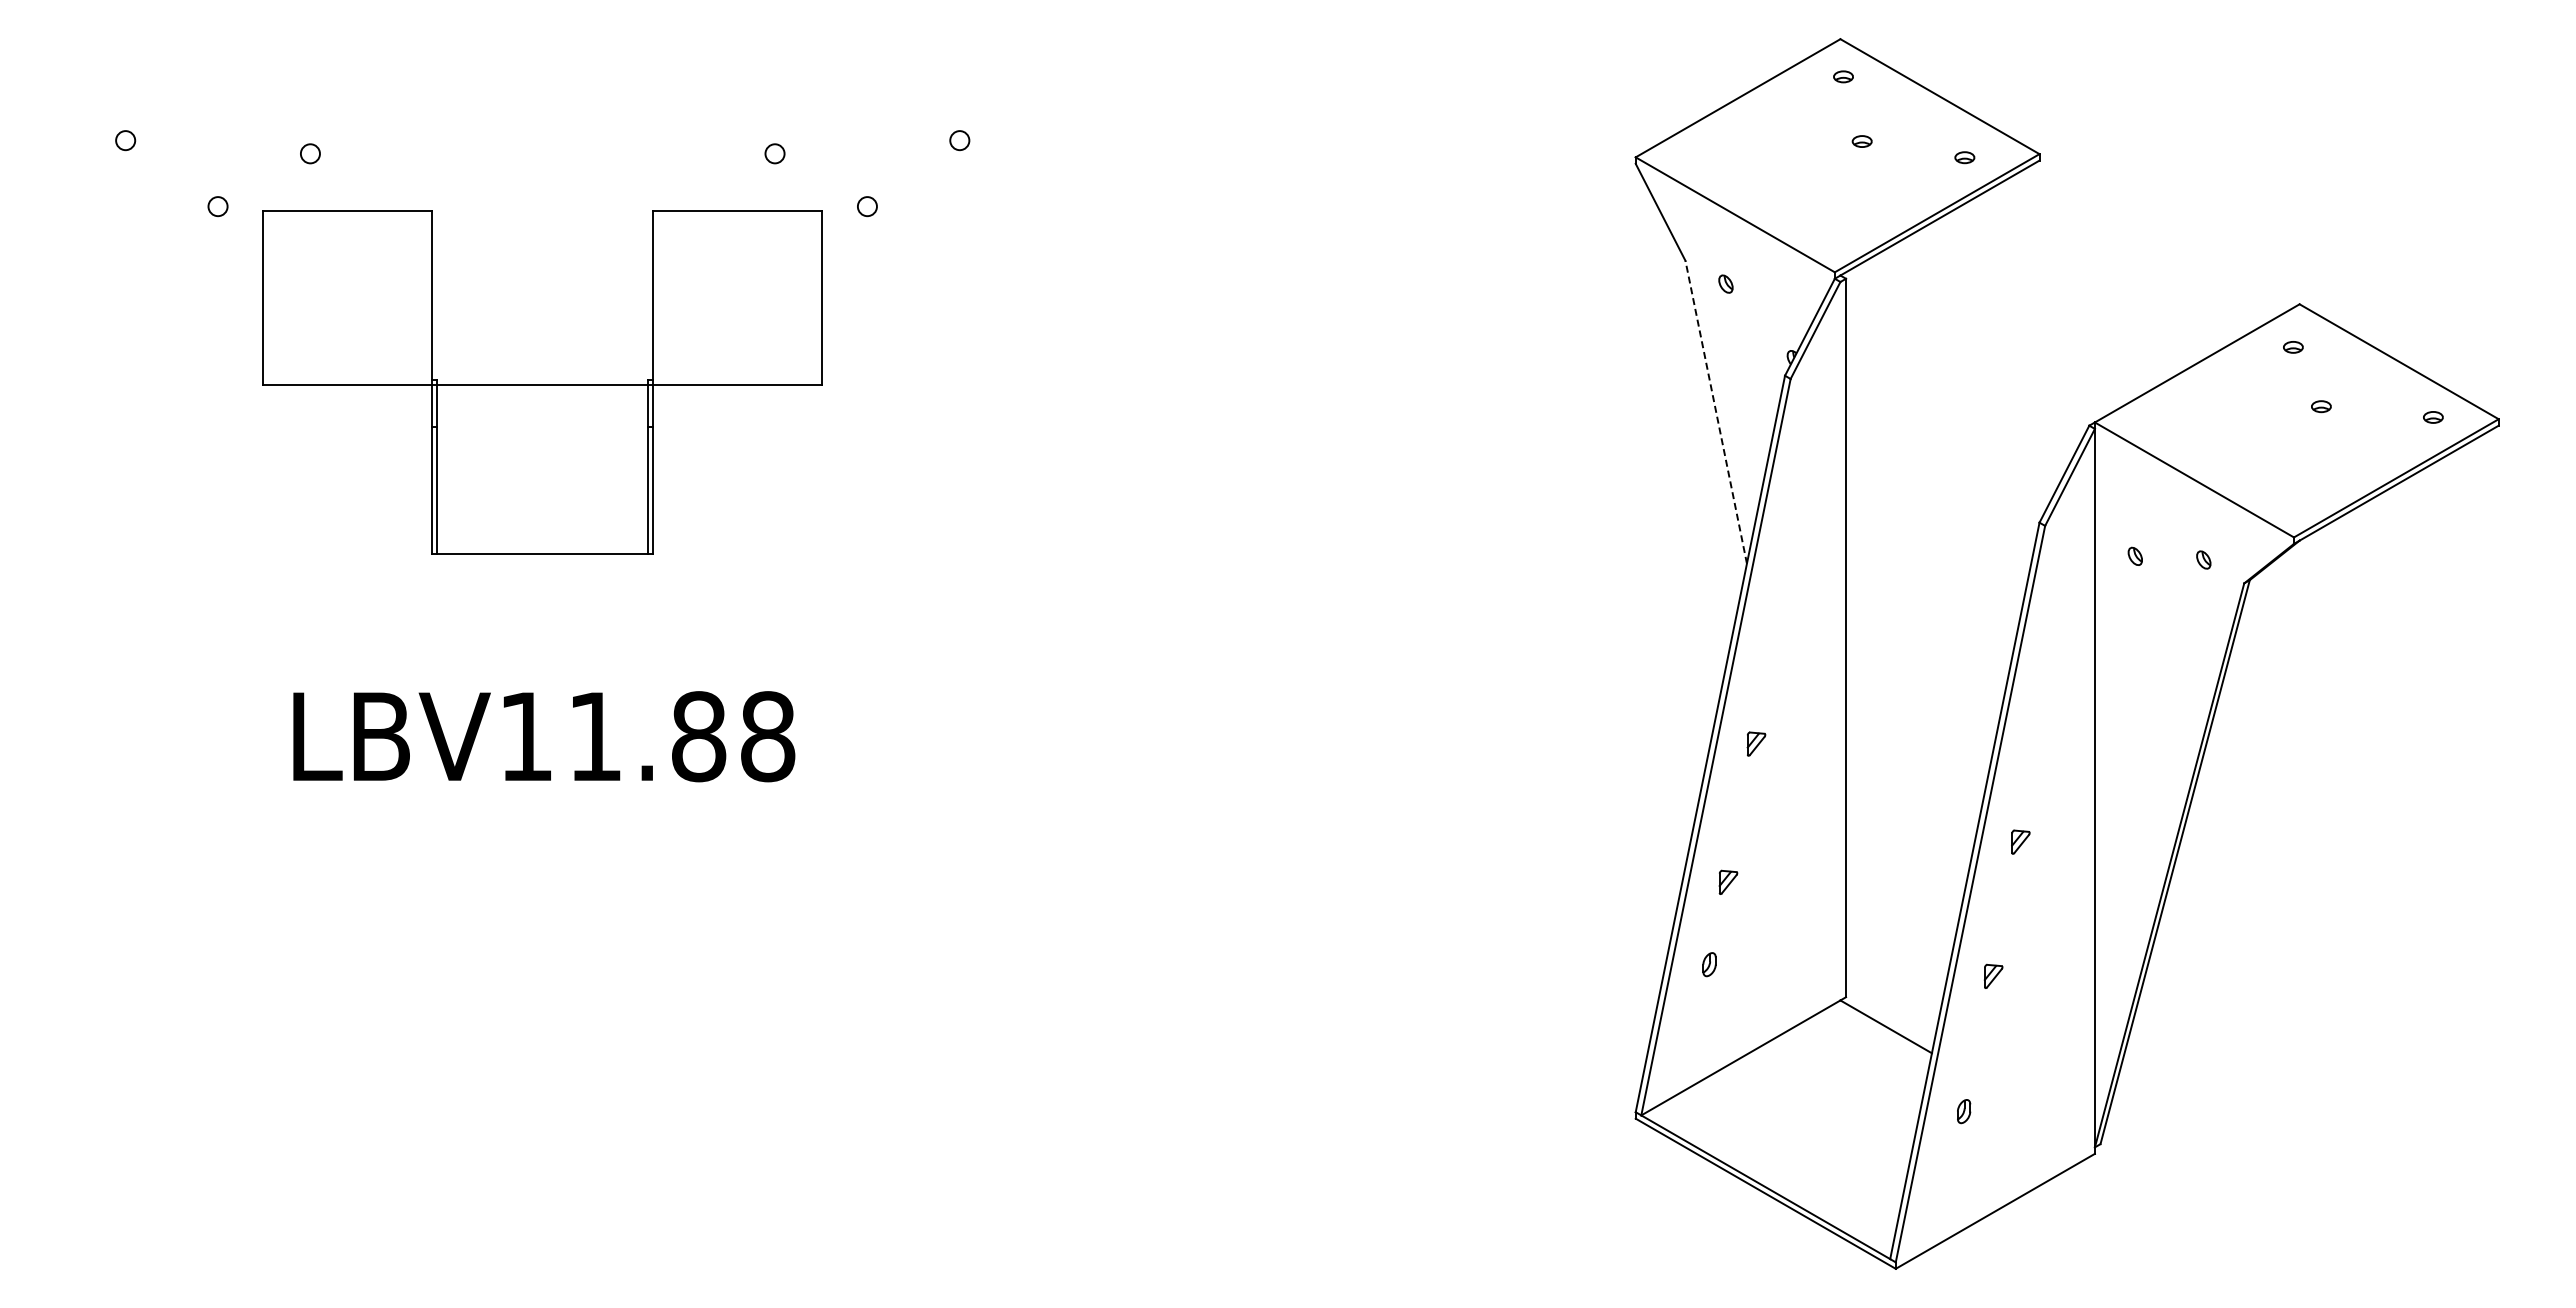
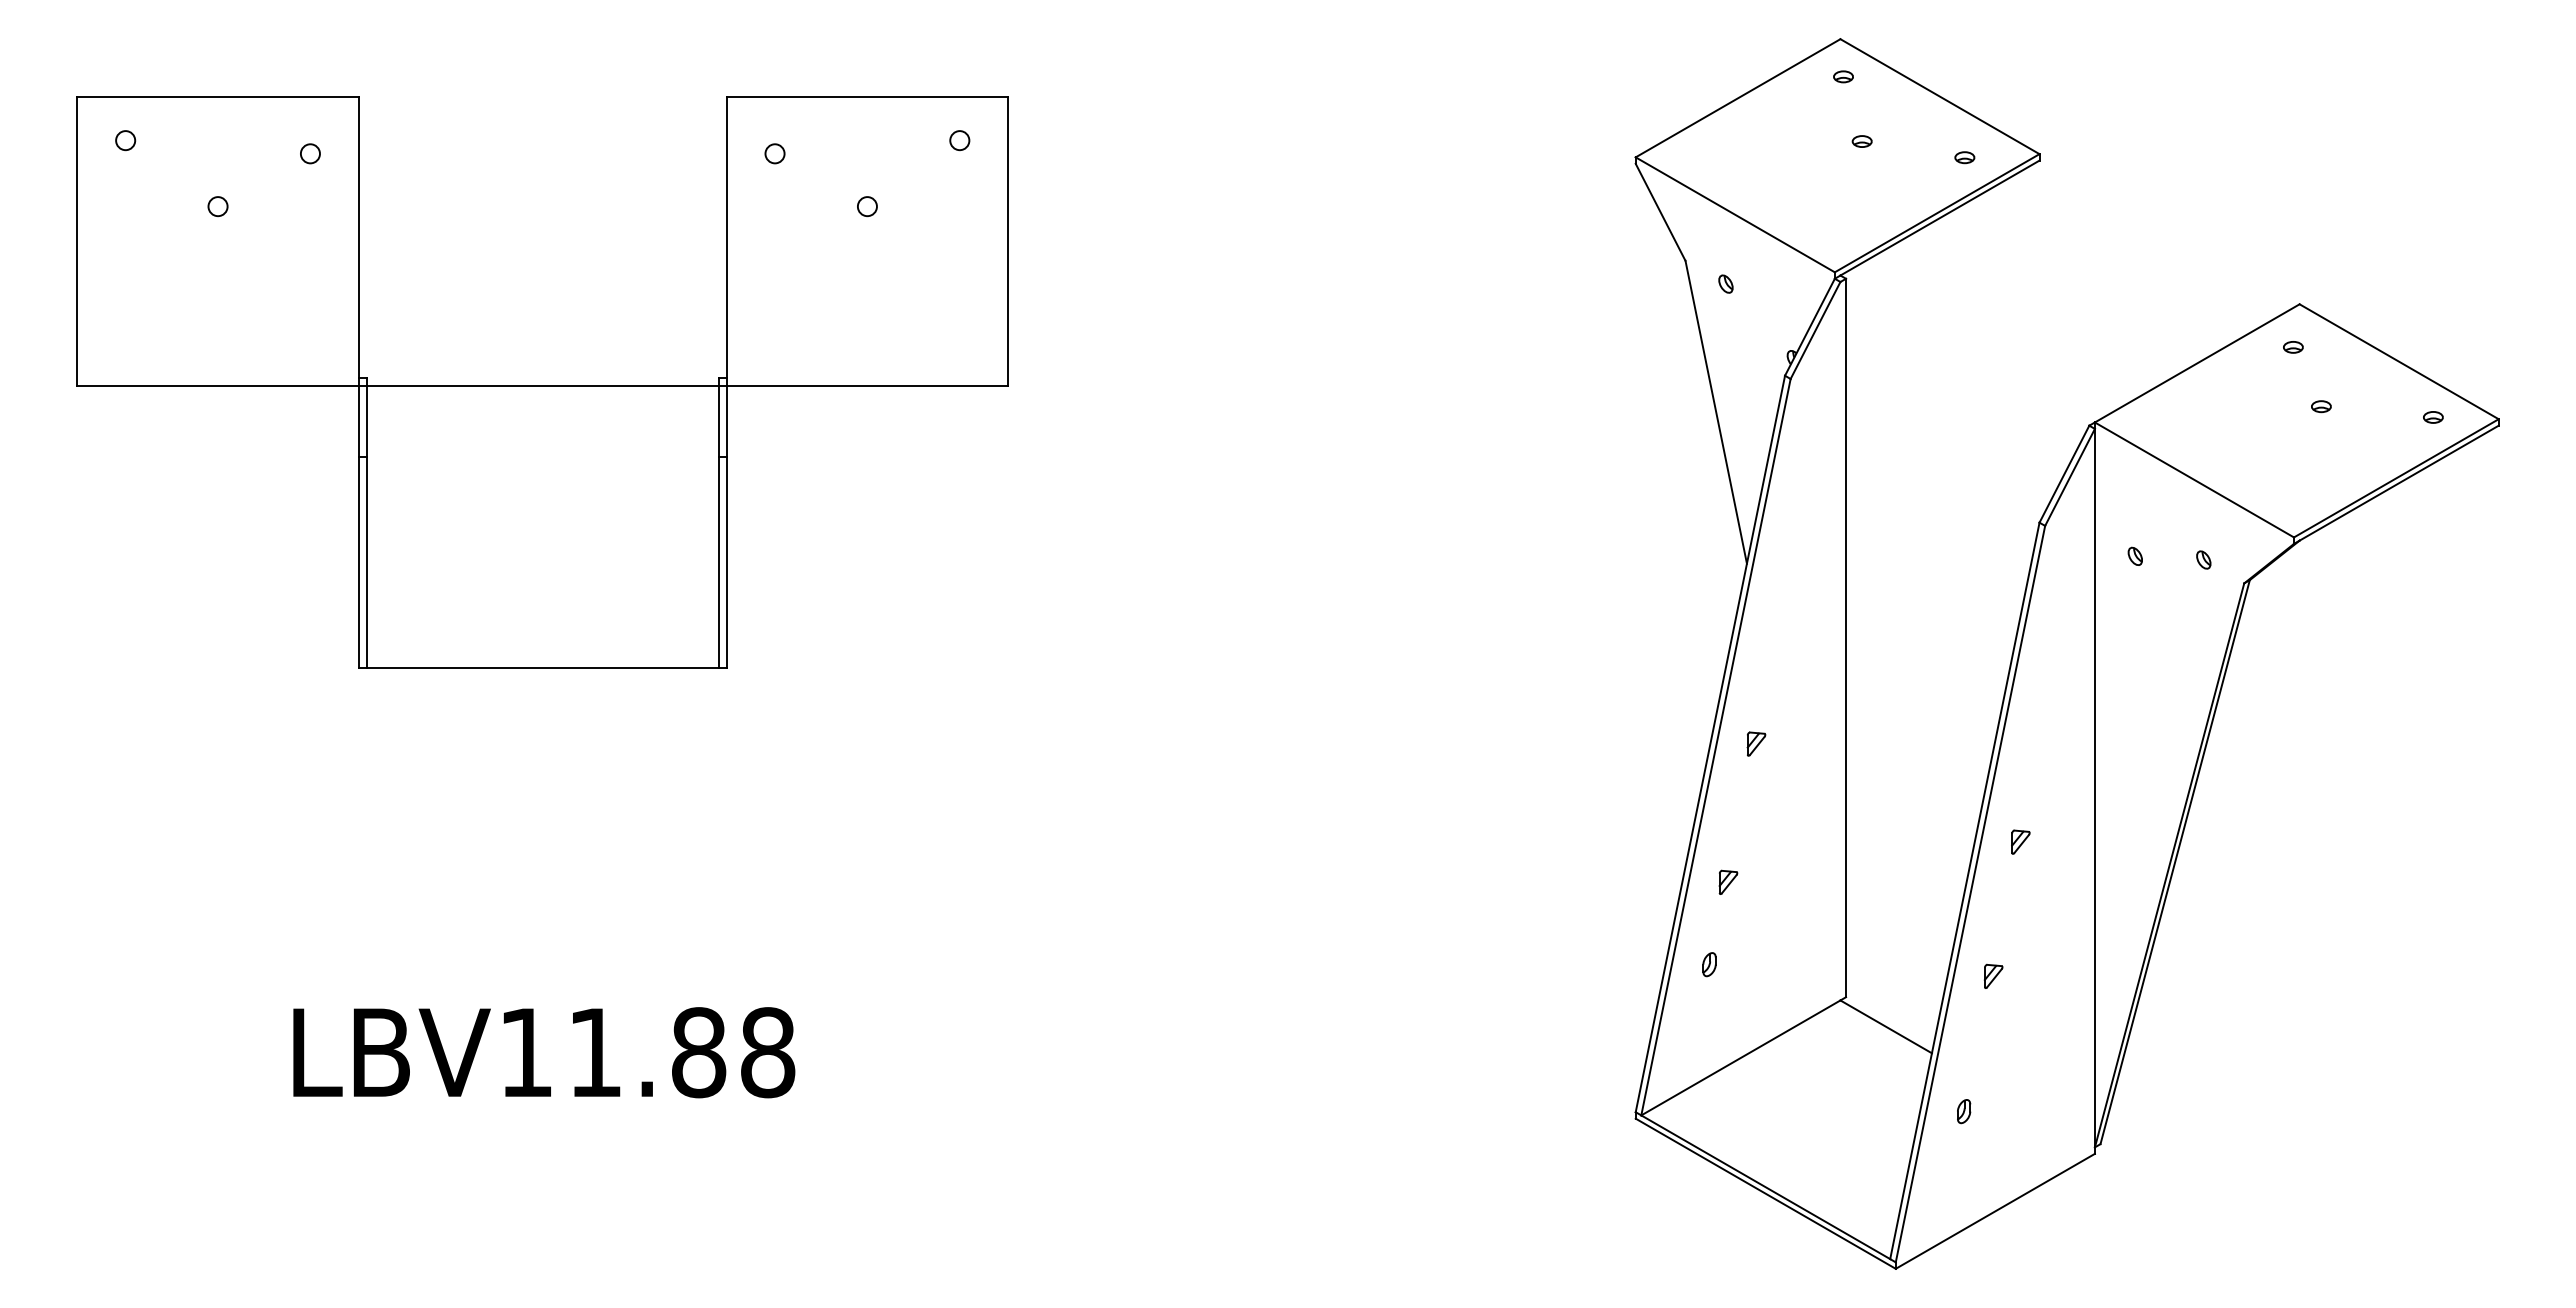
part at (542, 382) size: 561x345 px -> 933x573 px
line at (1716, 412): dashed -> solid
text at (544, 736) position: (544, 736) -> (544, 1052)
